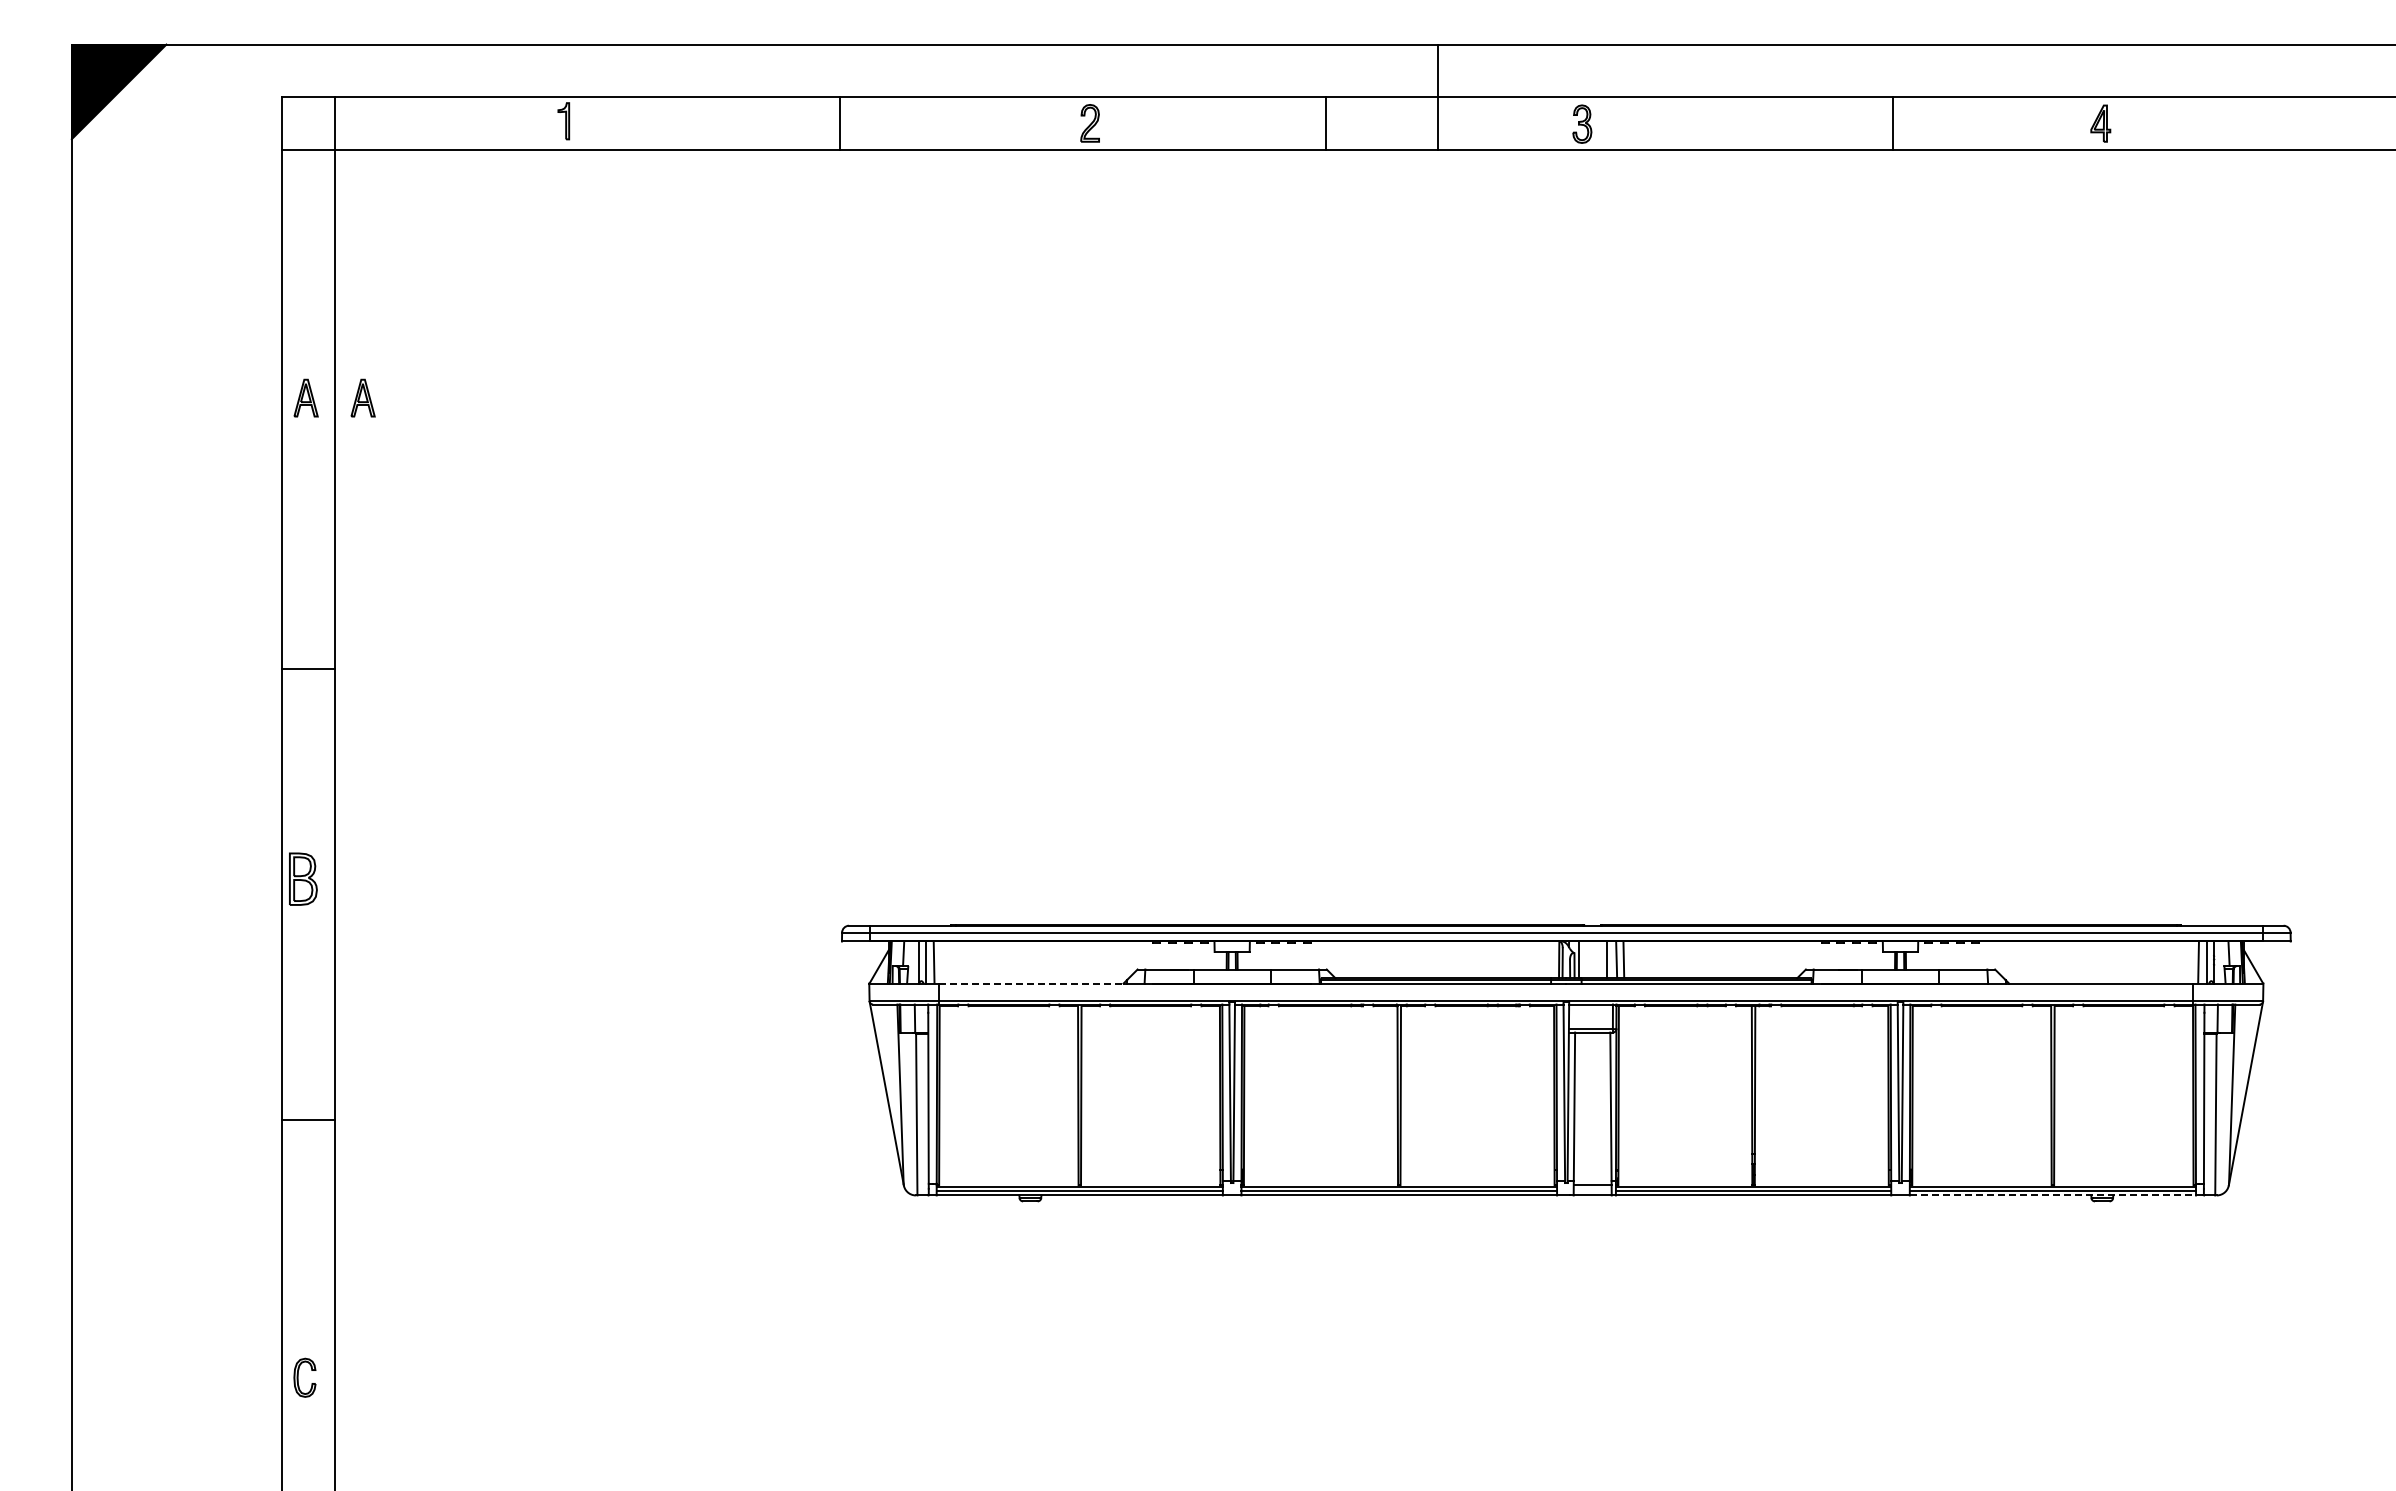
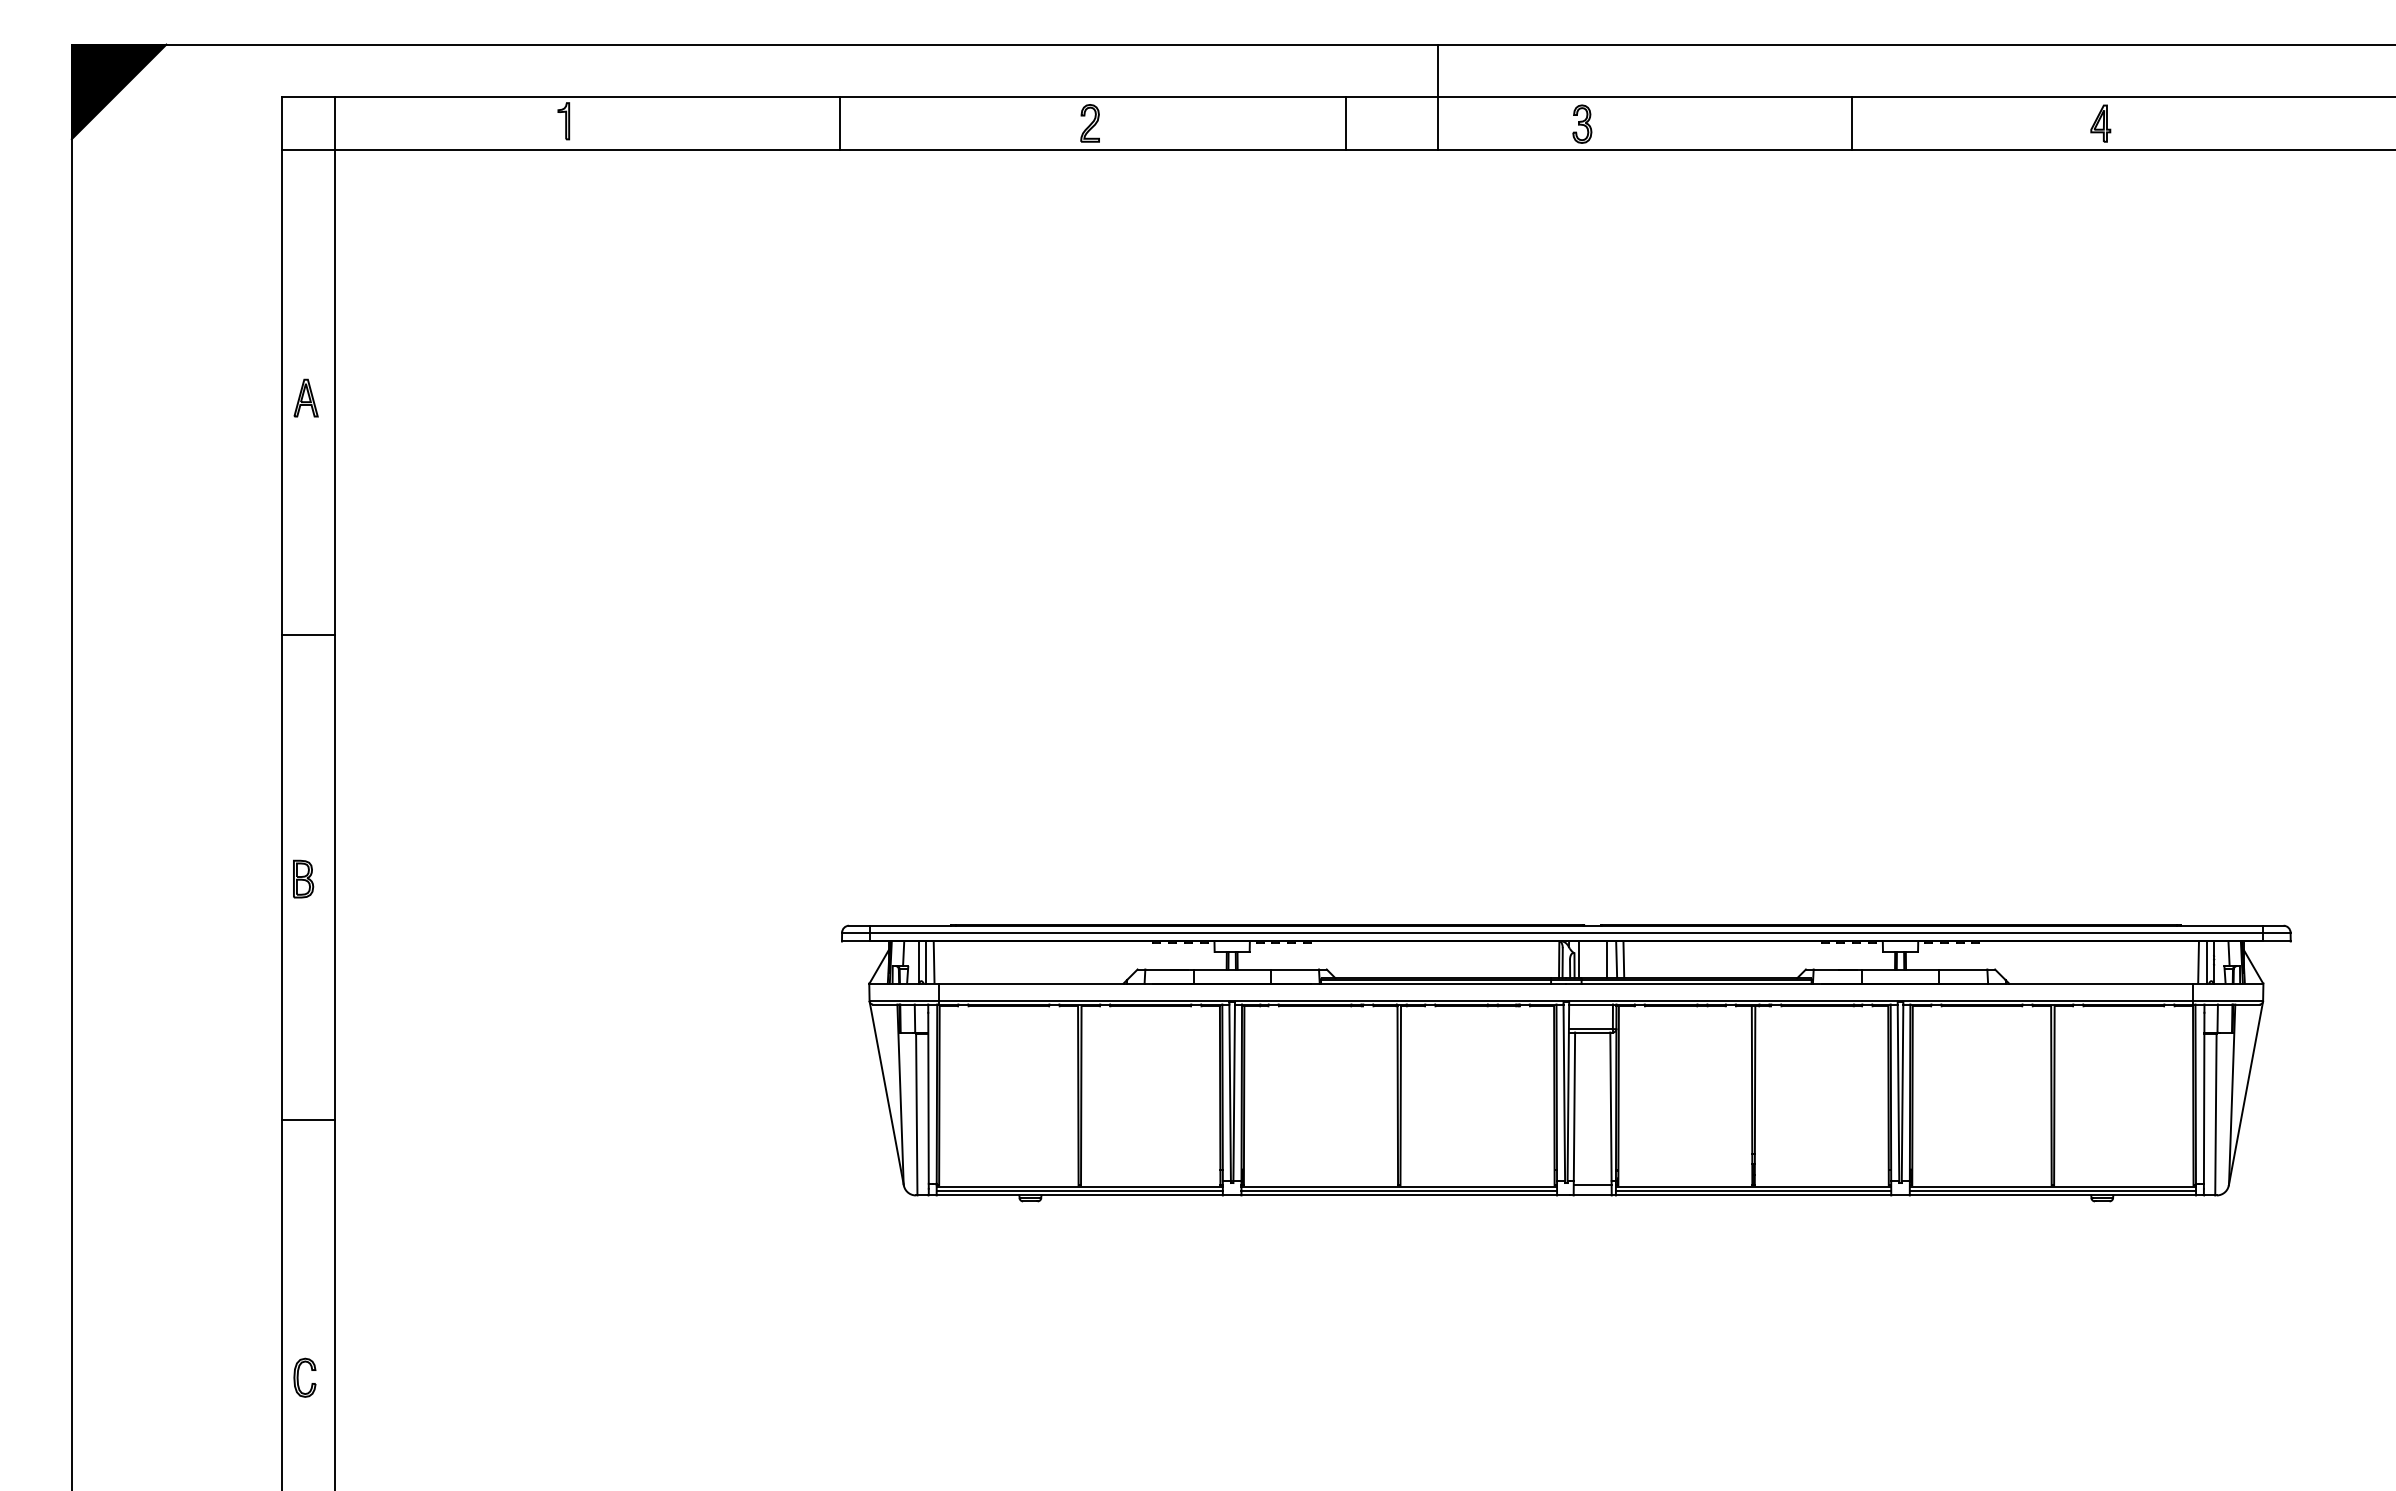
line at (1326, 123) position: (1326, 123) -> (1346, 123)
line at (1892, 123) position: (1892, 123) -> (1851, 123)
part at (362, 397): present -> none
line at (308, 668) position: (308, 668) -> (308, 634)
part at (303, 878) size: 29x54 px -> 22x40 px
line at (1031, 983): dashed -> solid
line at (2053, 1195): dashed -> solid
